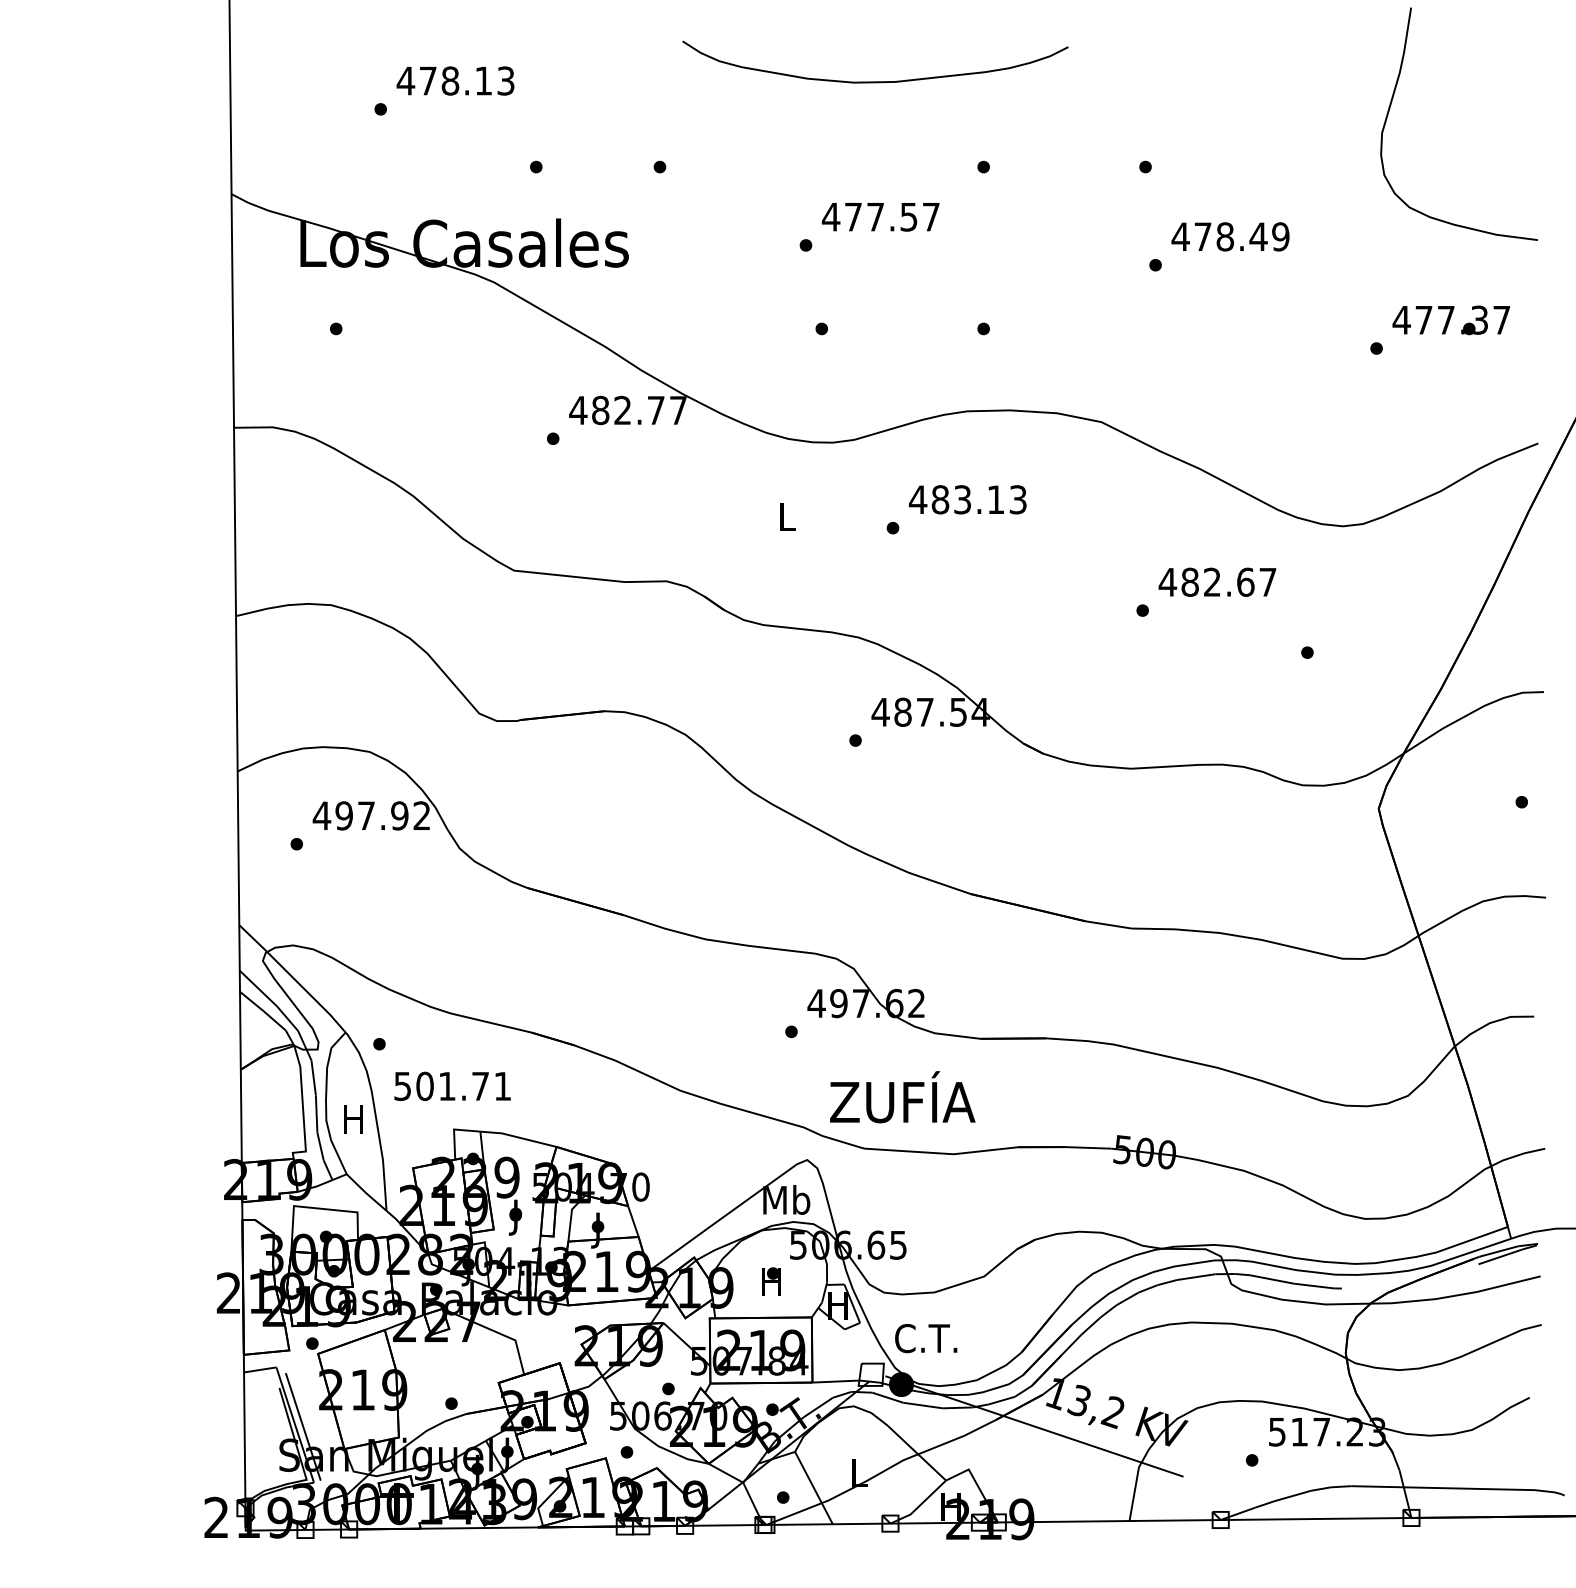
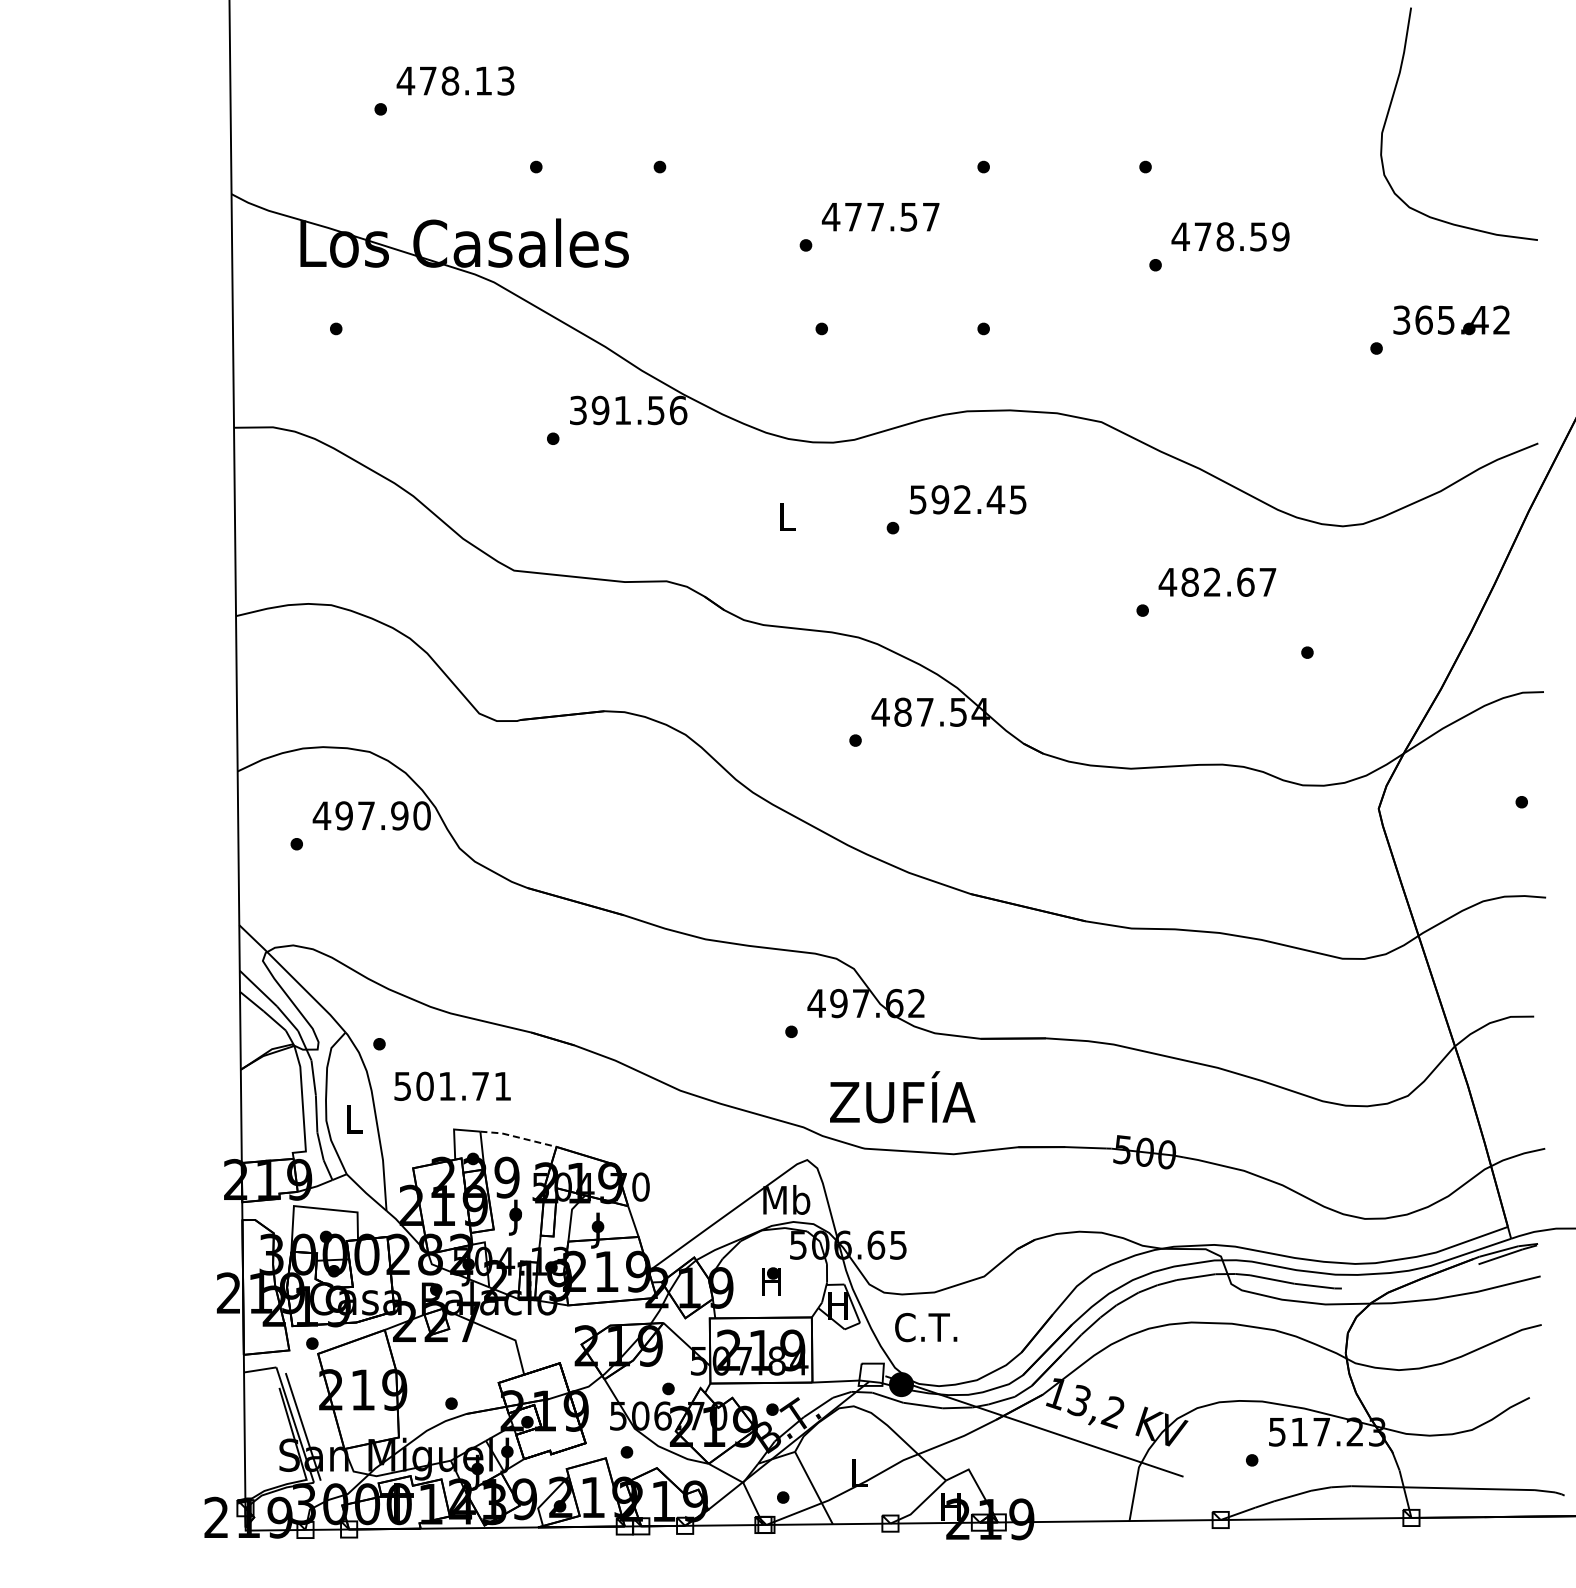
curve at (875, 81): present -> none
text at (1258, 236): 478.49 -> 478.59
text at (1450, 319): 477.37 -> 365.42
text at (628, 410): 482.77 -> 391.56
text at (967, 499): 483.13 -> 592.45
text at (421, 815): 497.92 -> 497.90
text at (353, 1119): H -> L
line at (518, 1137): solid -> dashed
text at (926, 1338) position: (926, 1338) -> (926, 1327)
